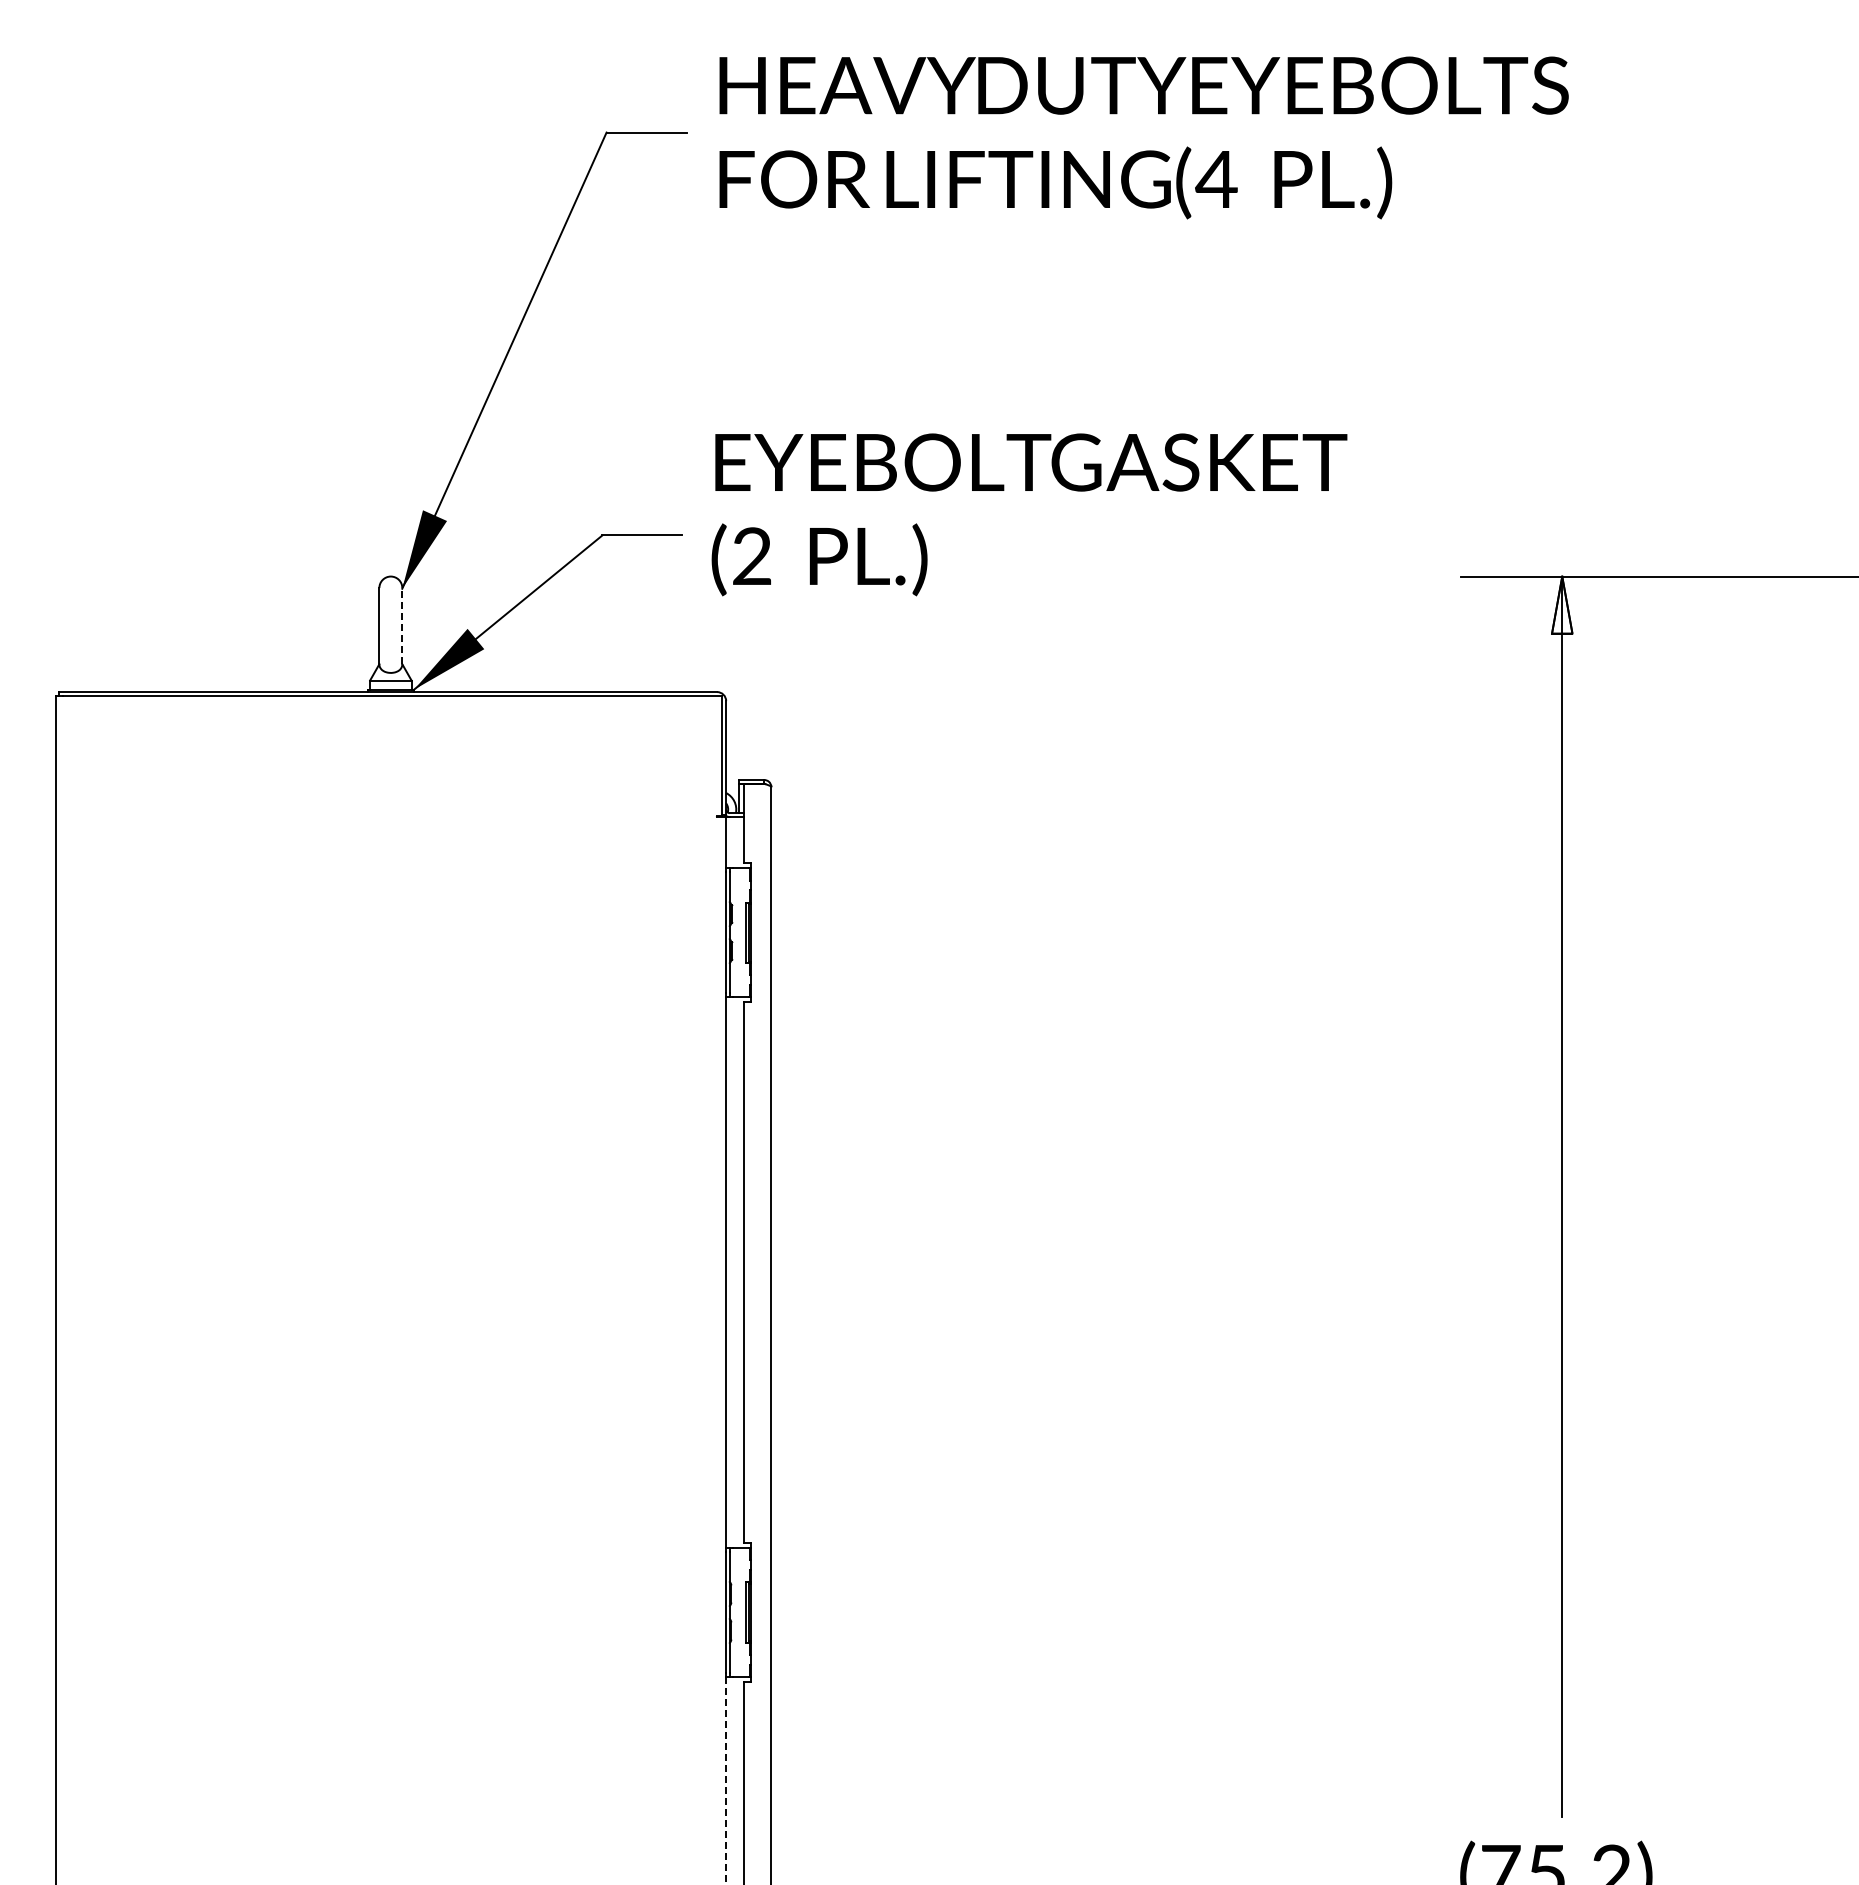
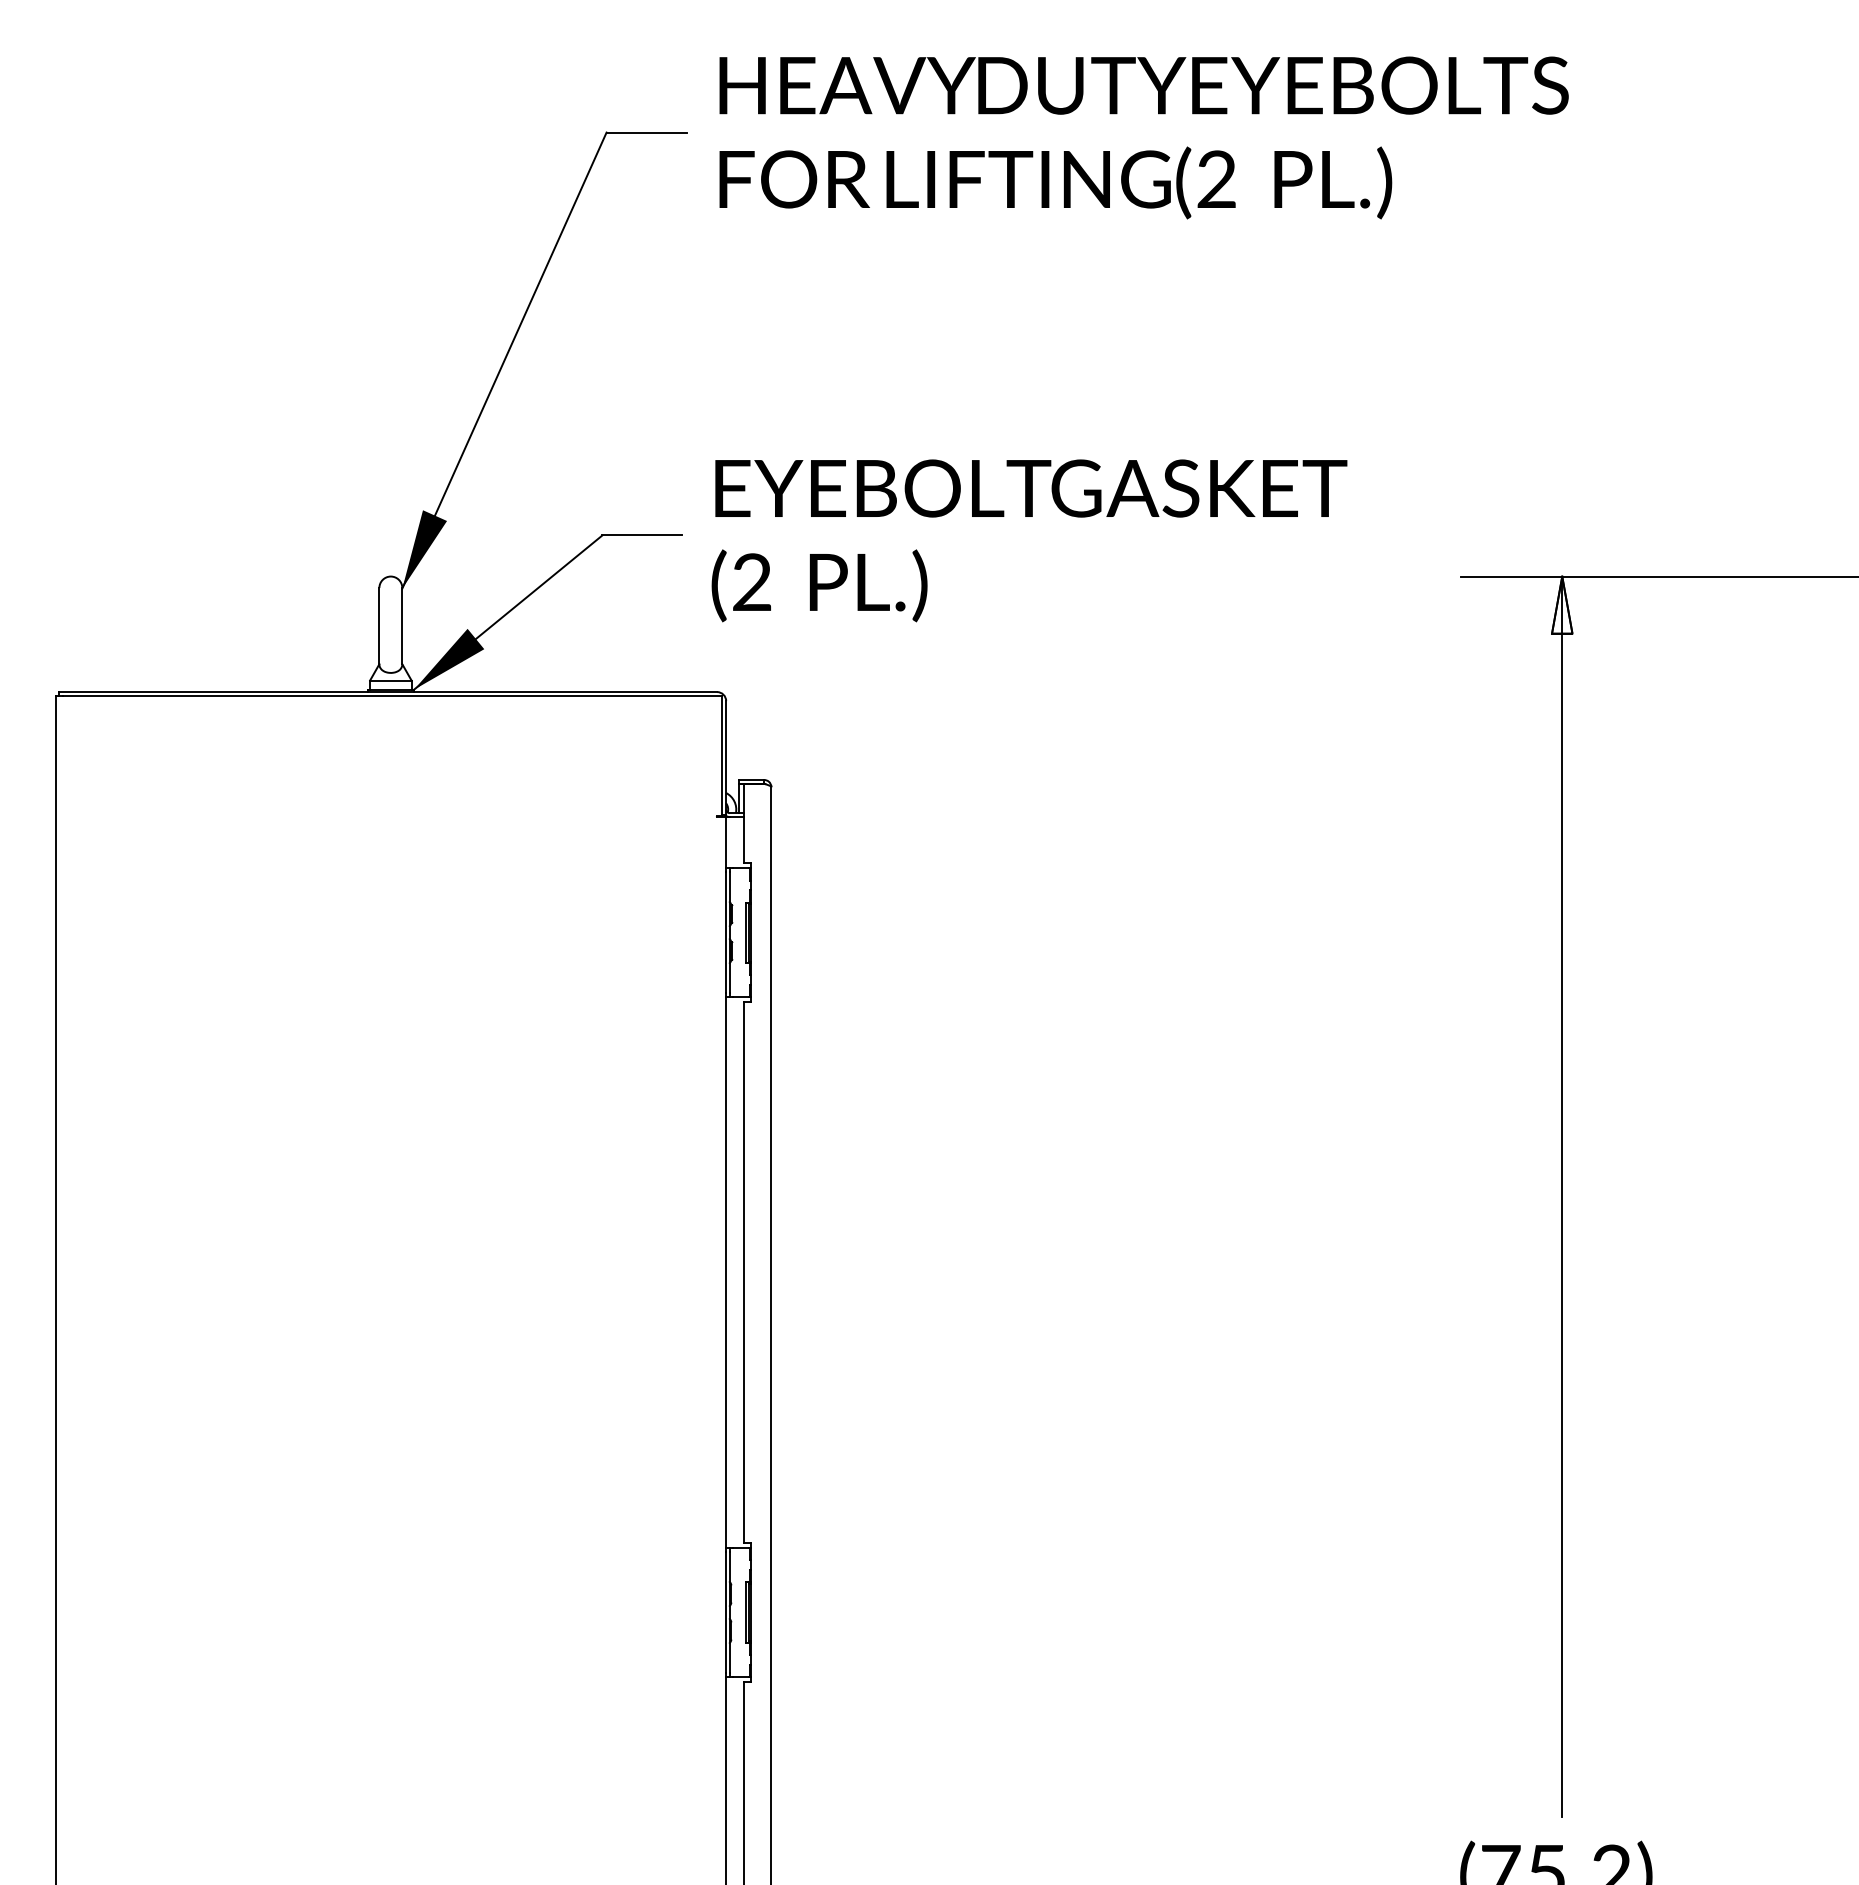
text at (1216, 178): (4 -> (2
text at (1029, 514) position: (1029, 514) -> (1029, 540)
line at (402, 625): dashed -> solid
line at (726, 1781): dashed -> solid
